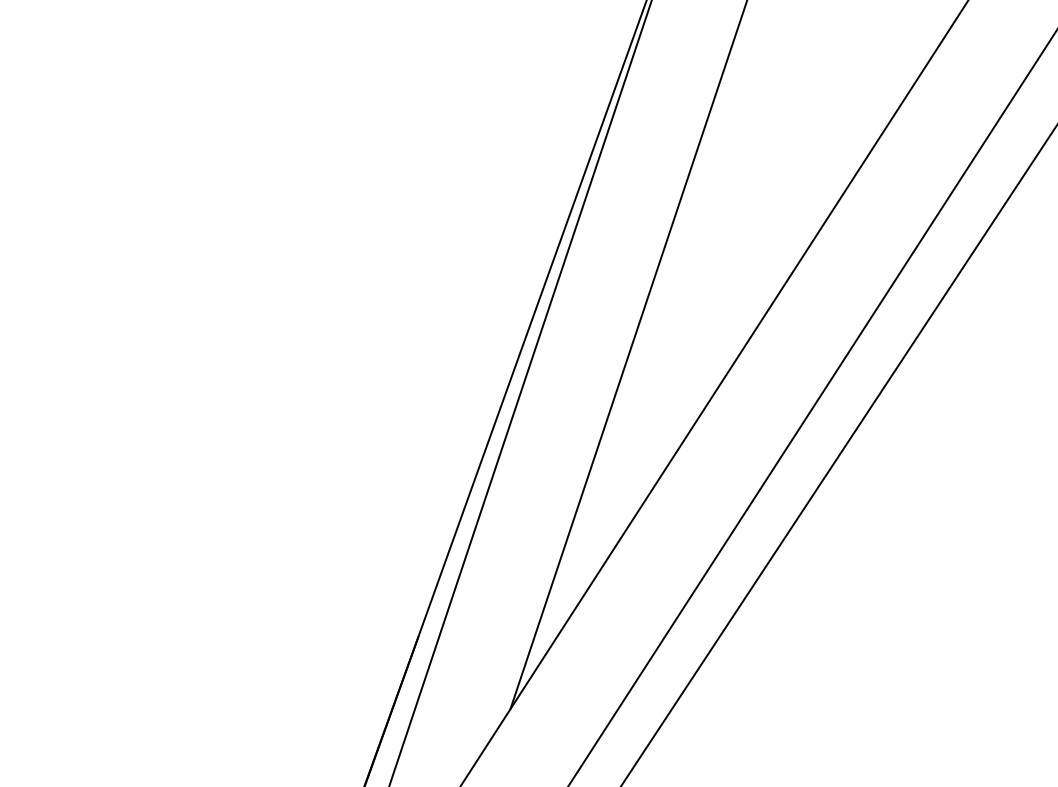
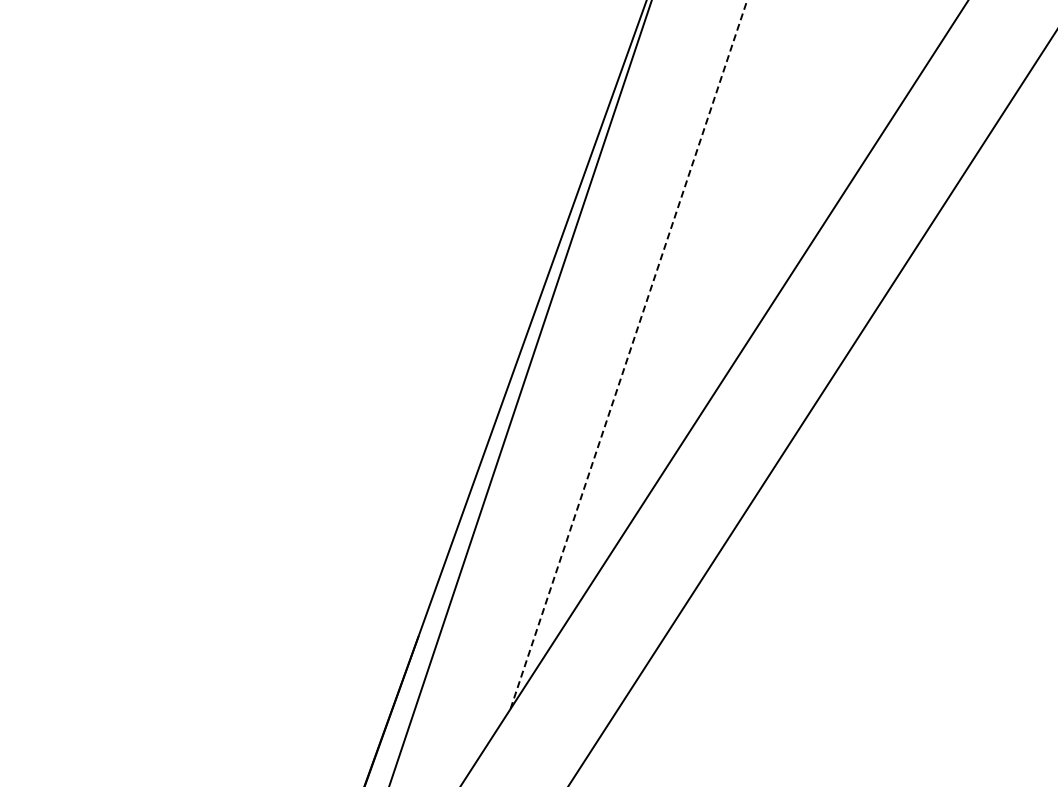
line at (628, 354): solid -> dashed
line at (838, 455): present -> none
